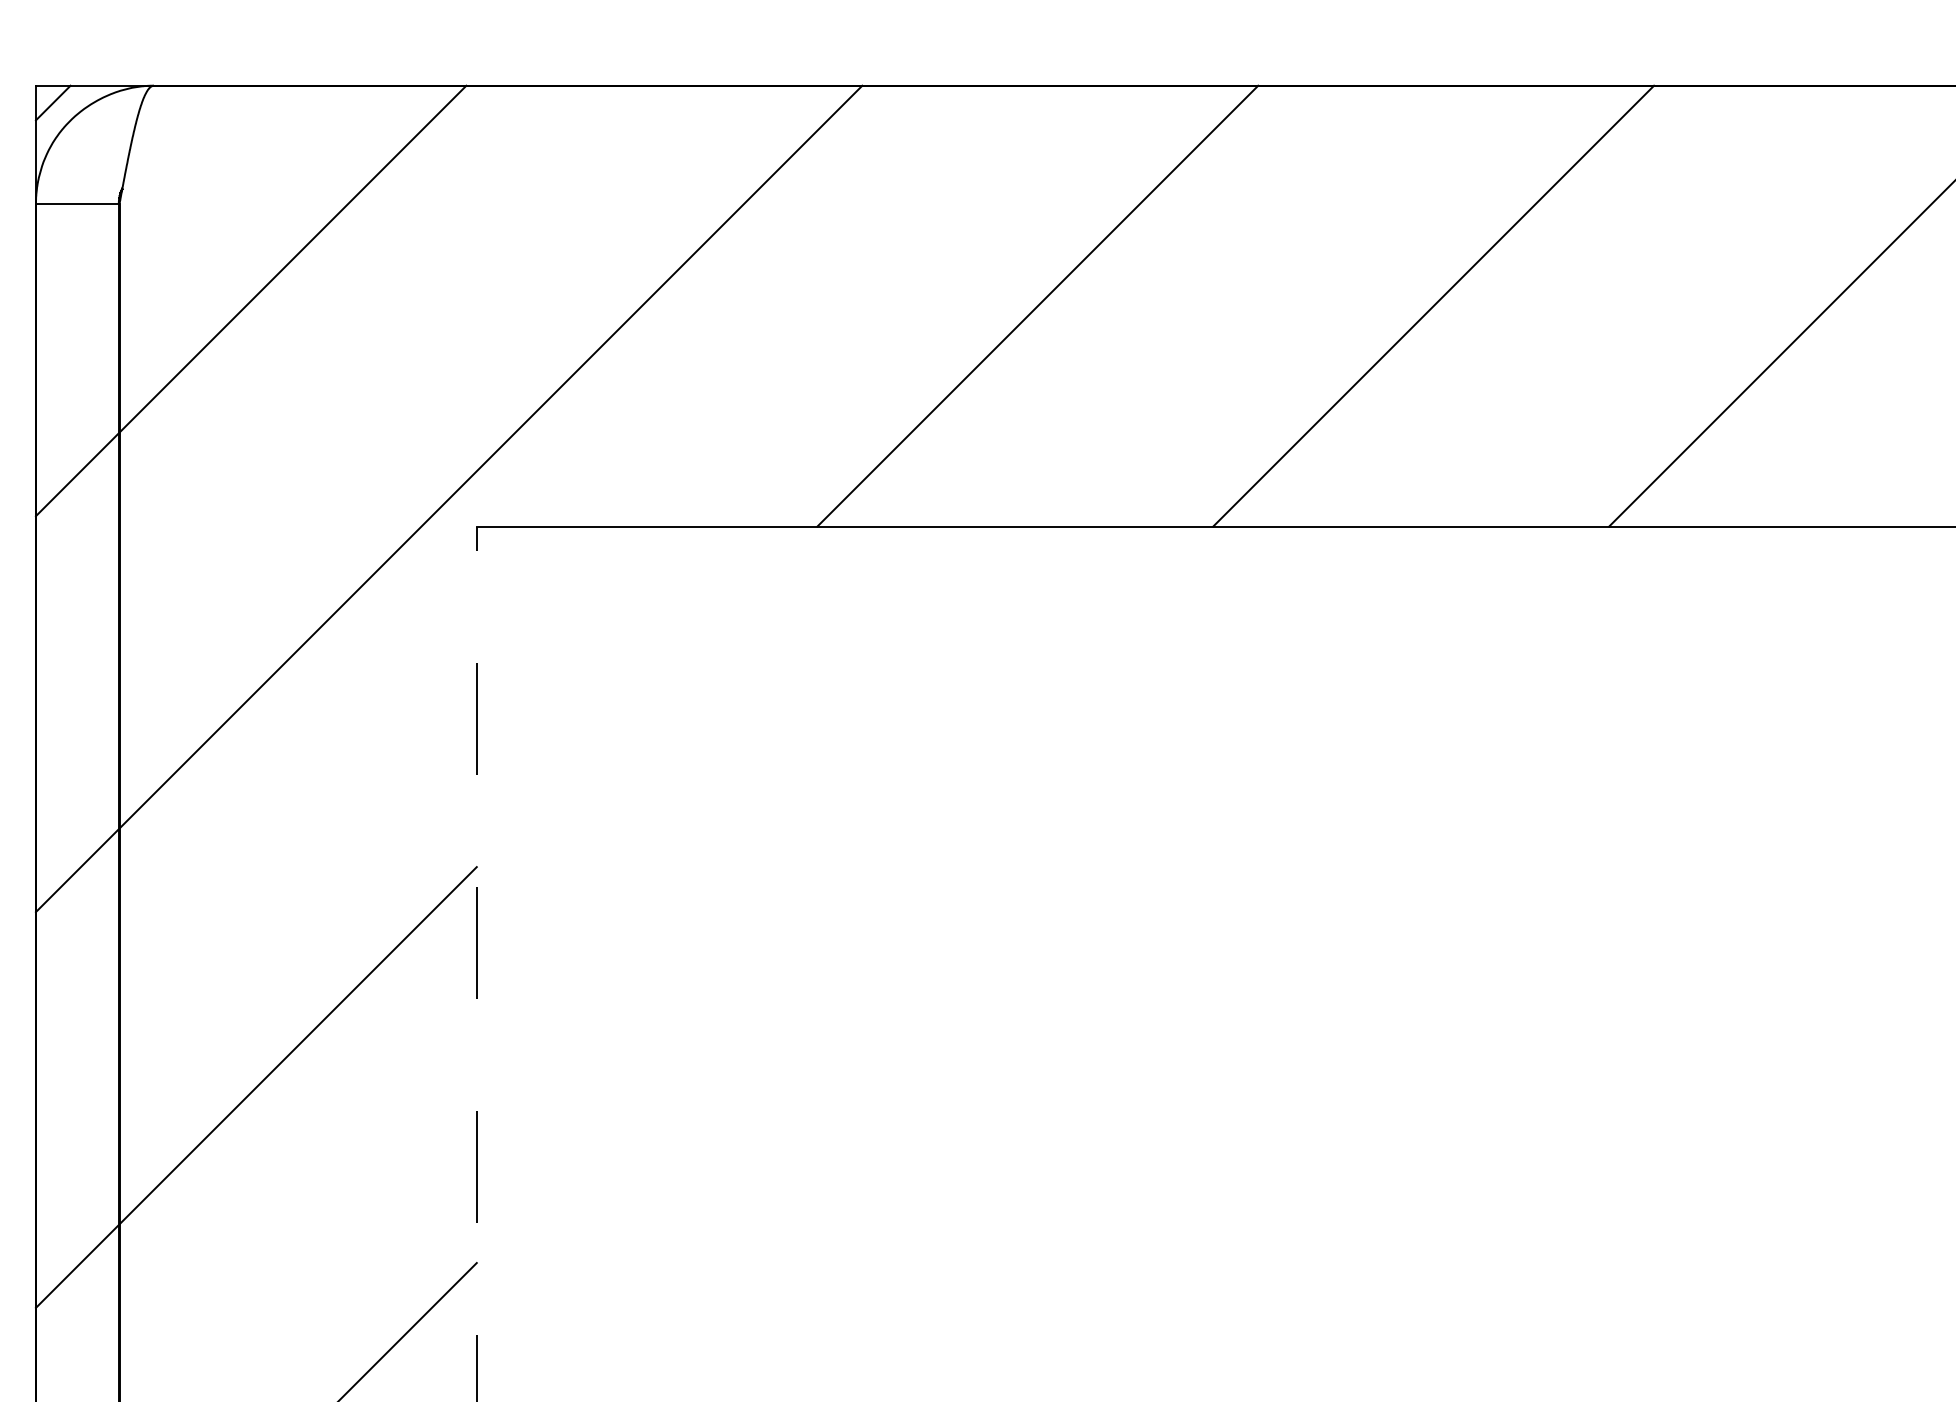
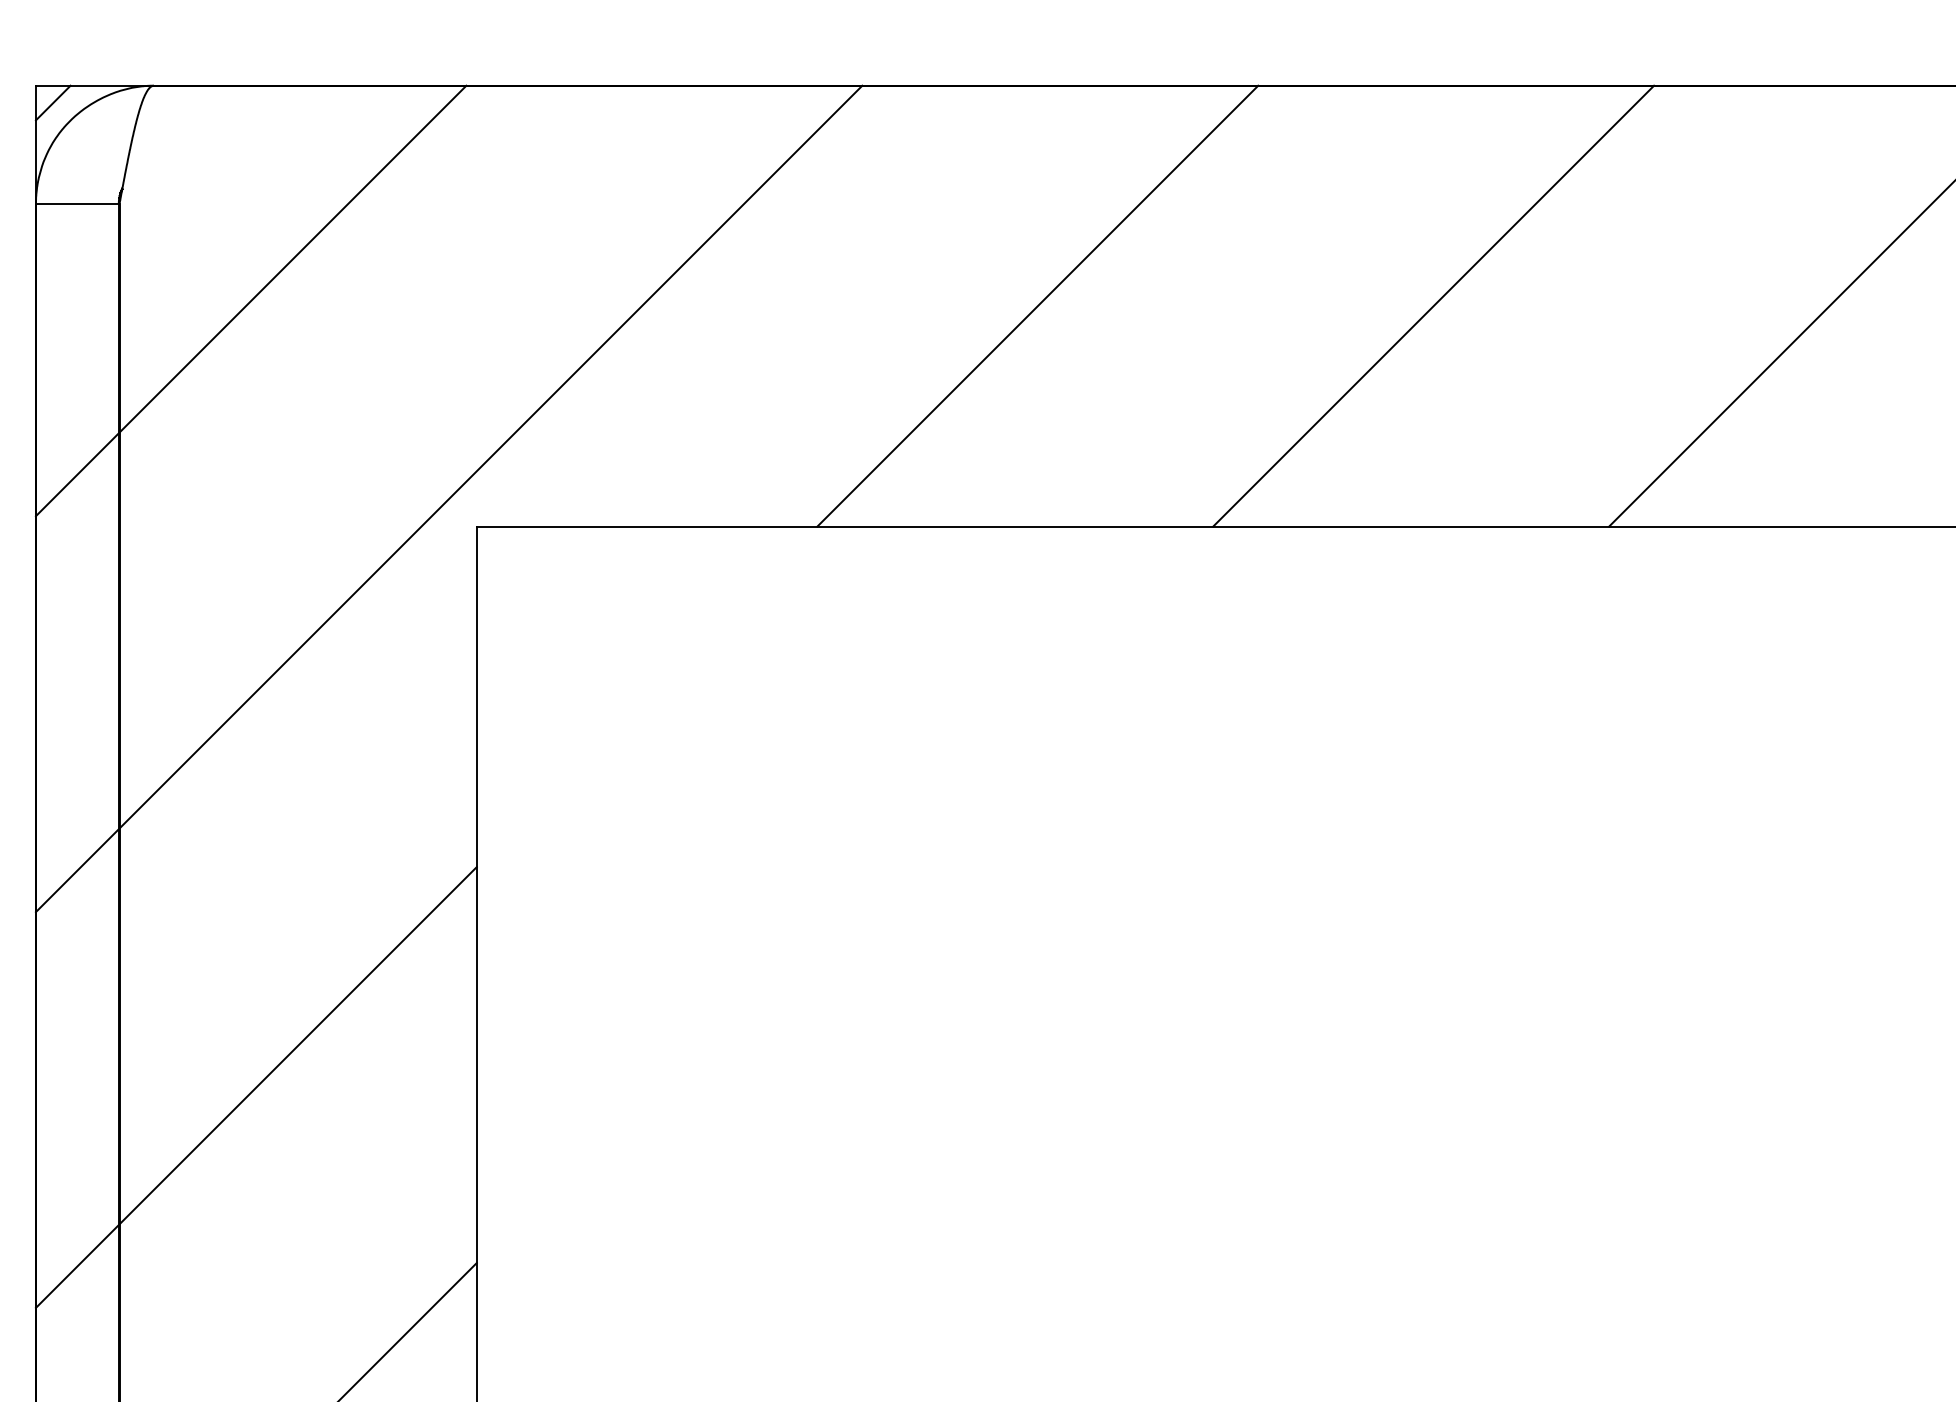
line at (476, 963): dashed -> solid
